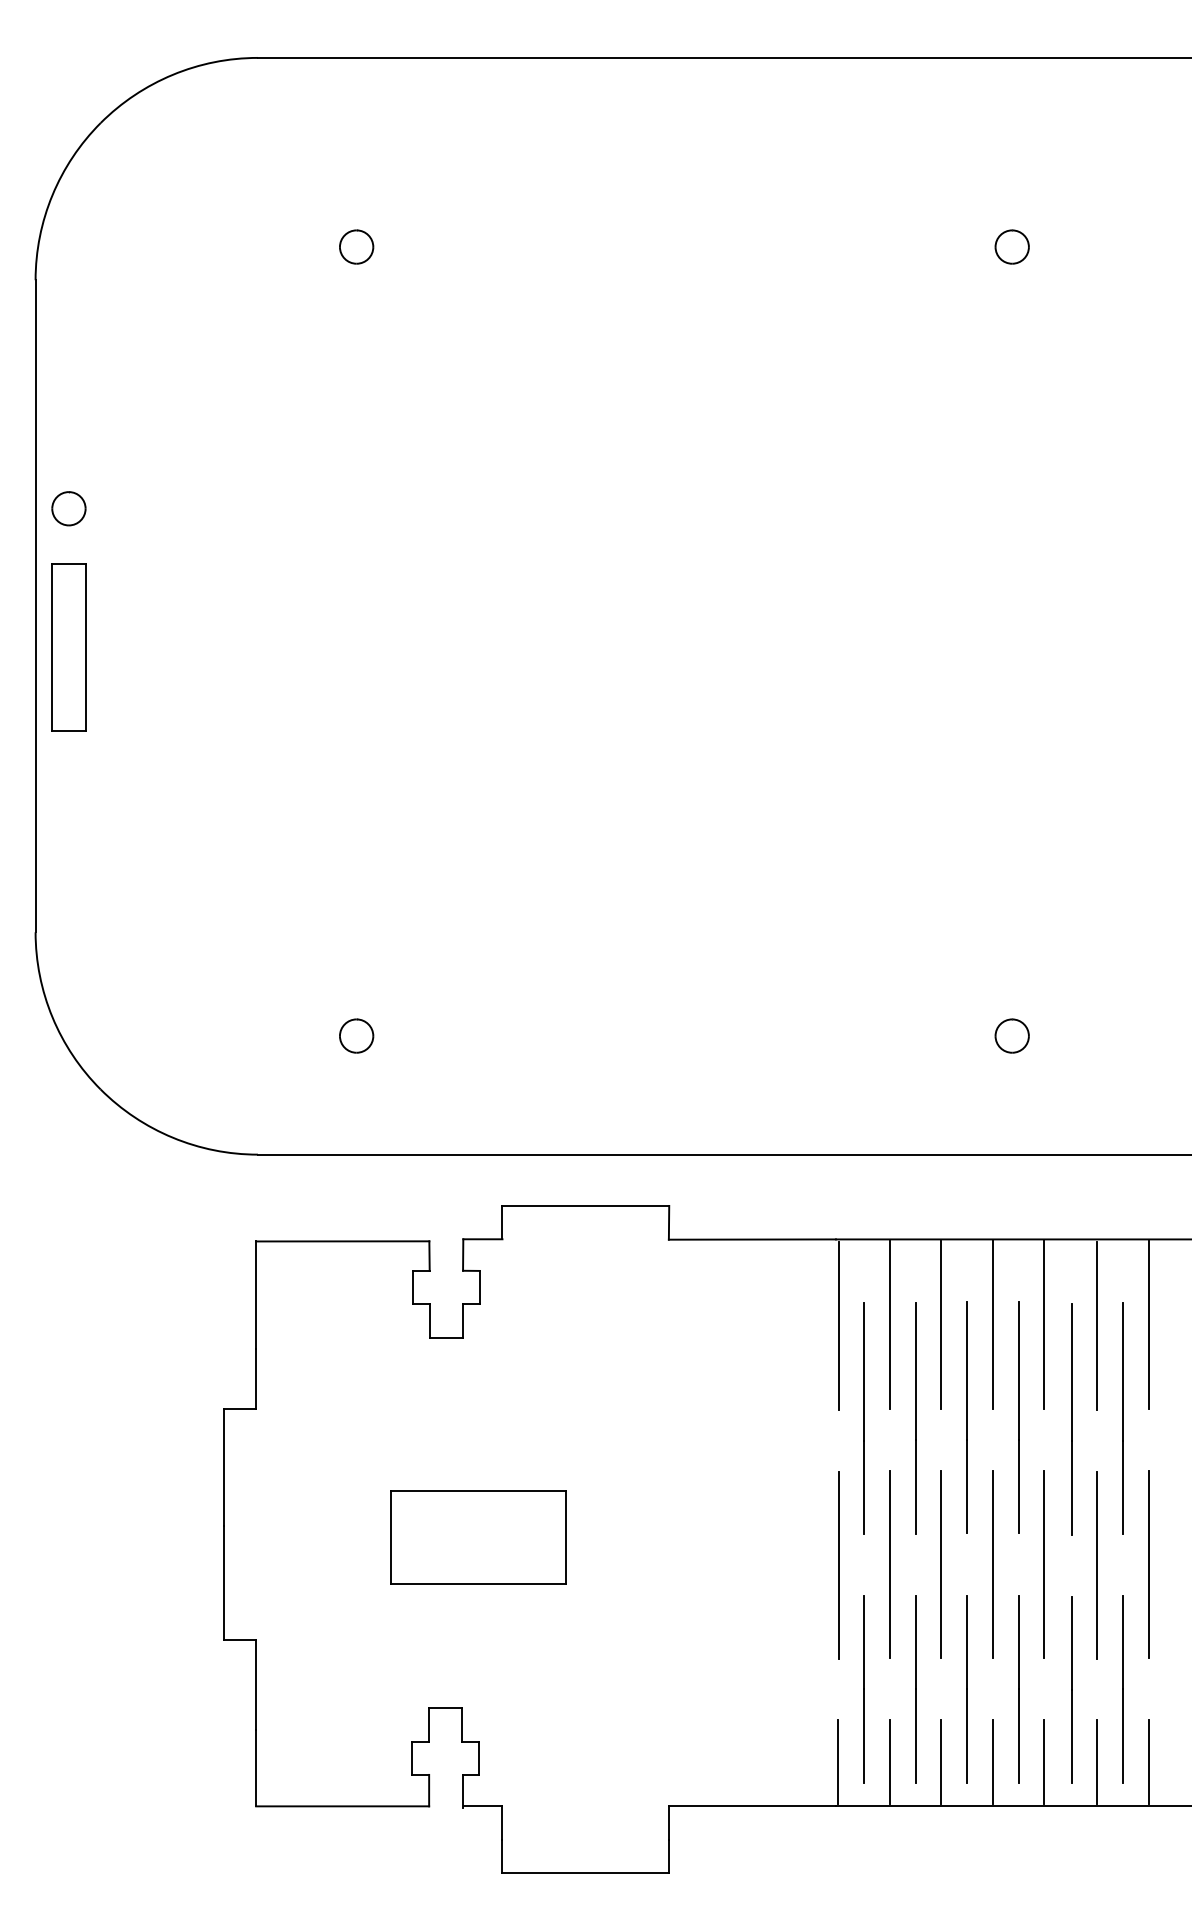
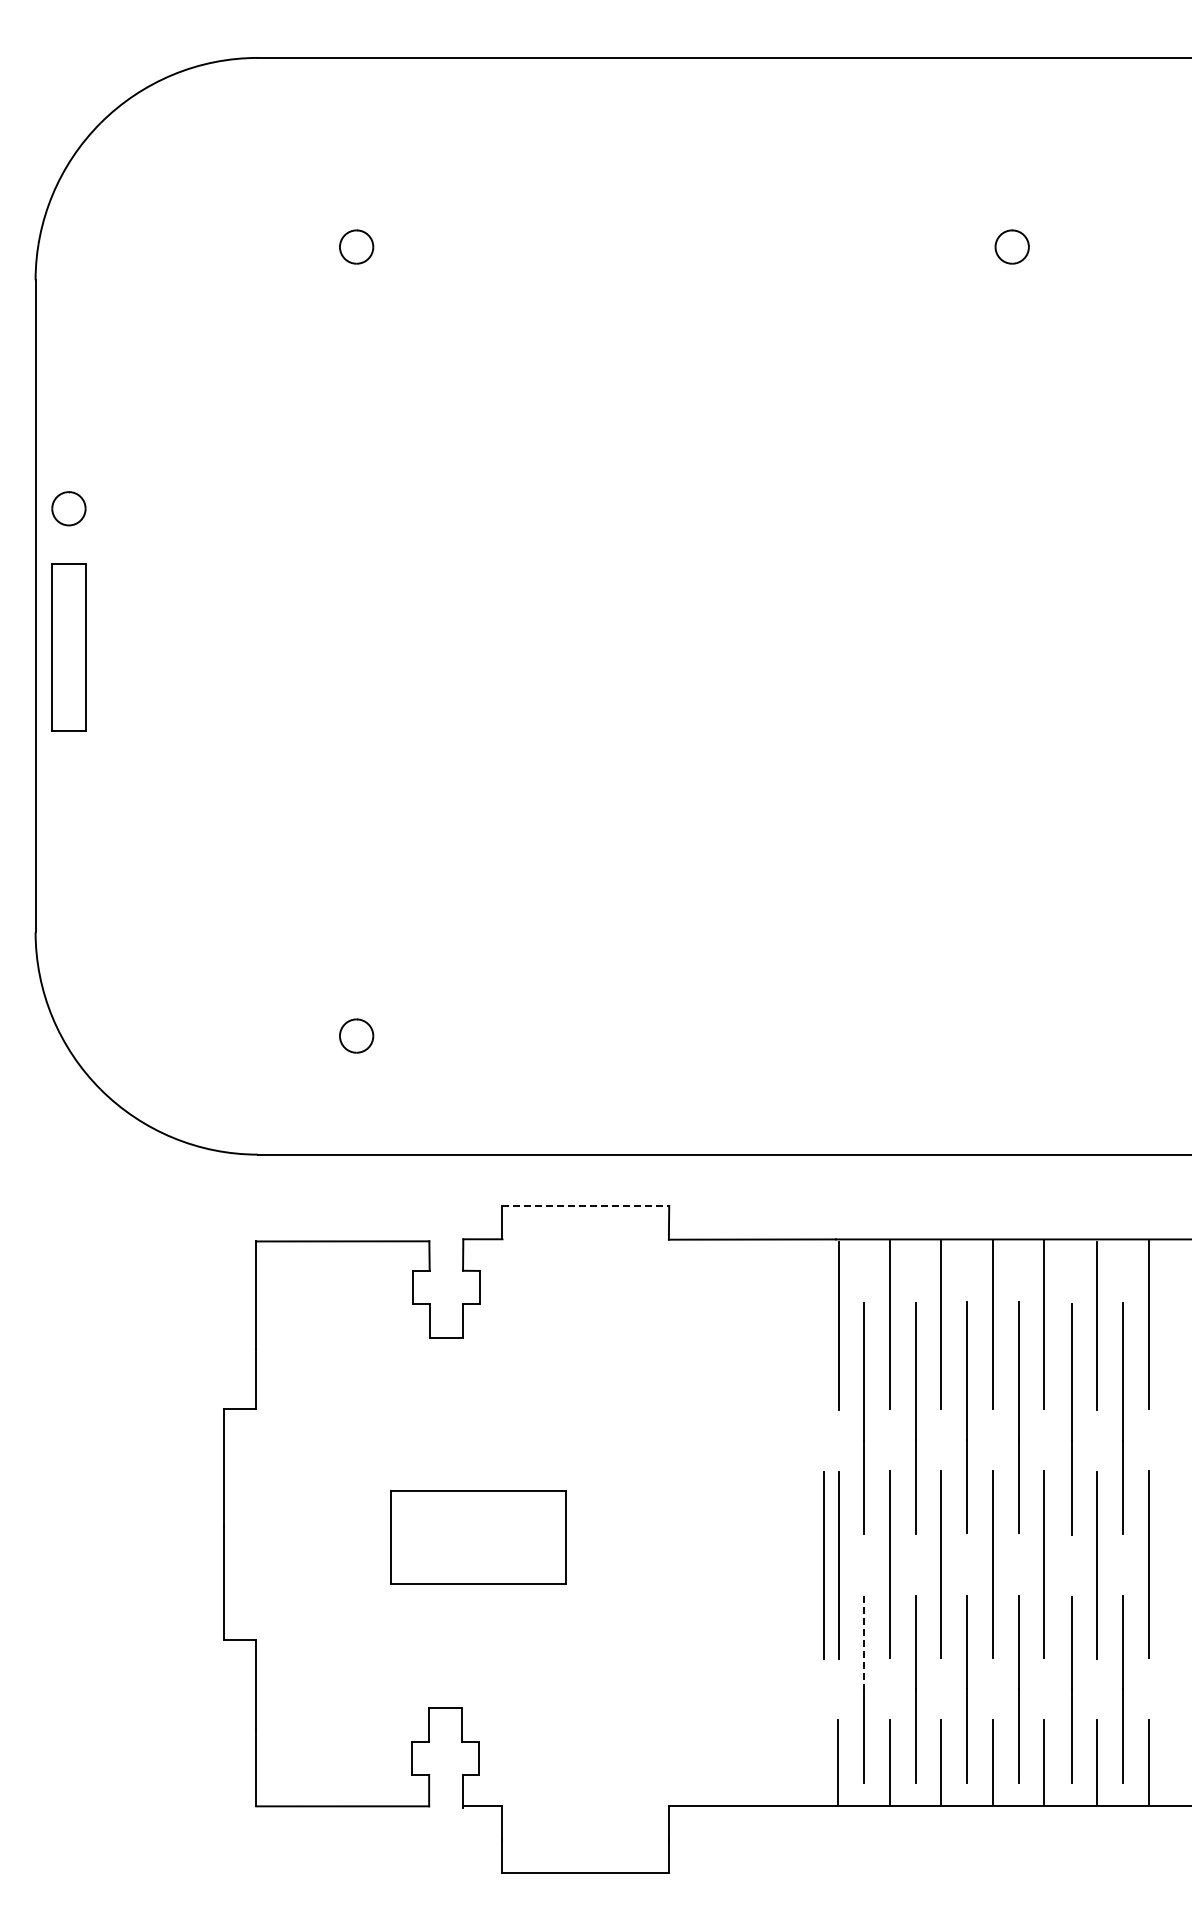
part at (1011, 1035): present -> none
line at (586, 1205): solid -> dashed
line at (823, 1565): none -> present
line at (864, 1642): solid -> dashed
